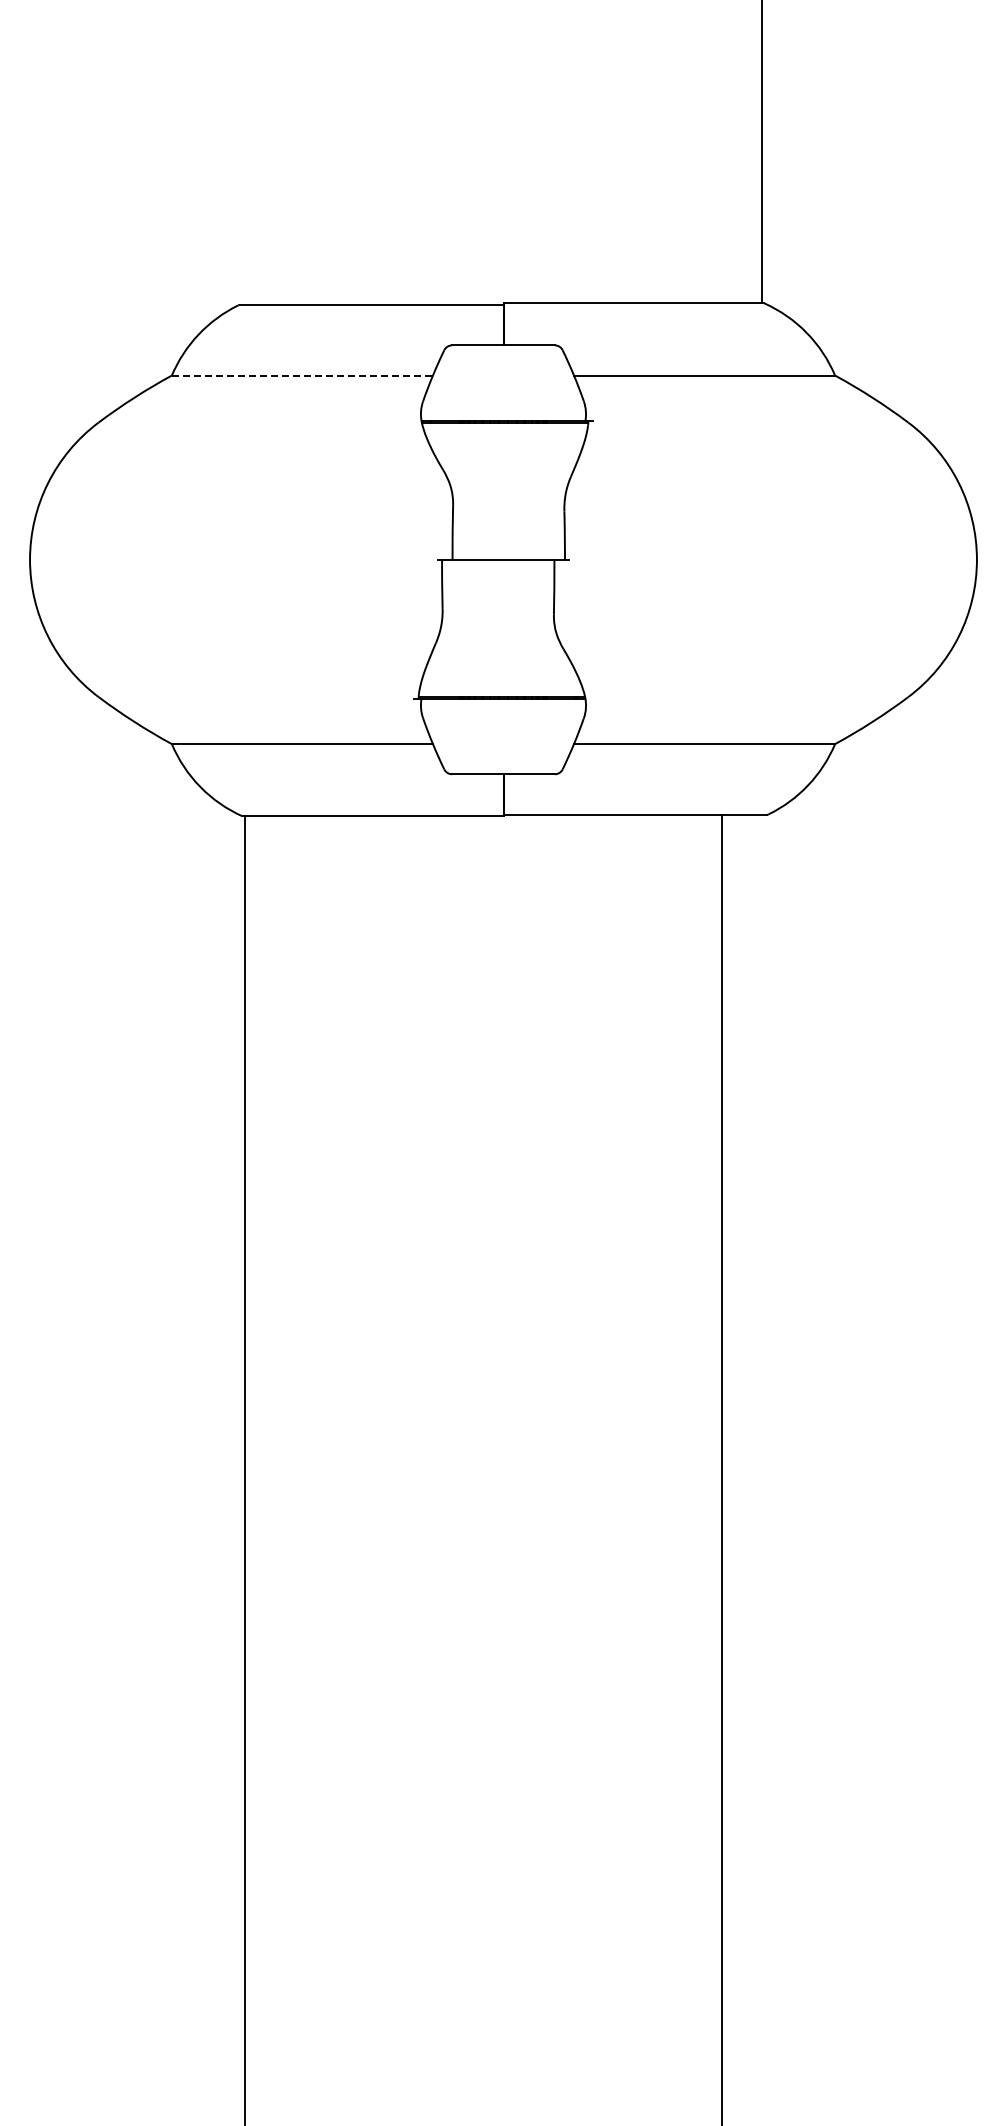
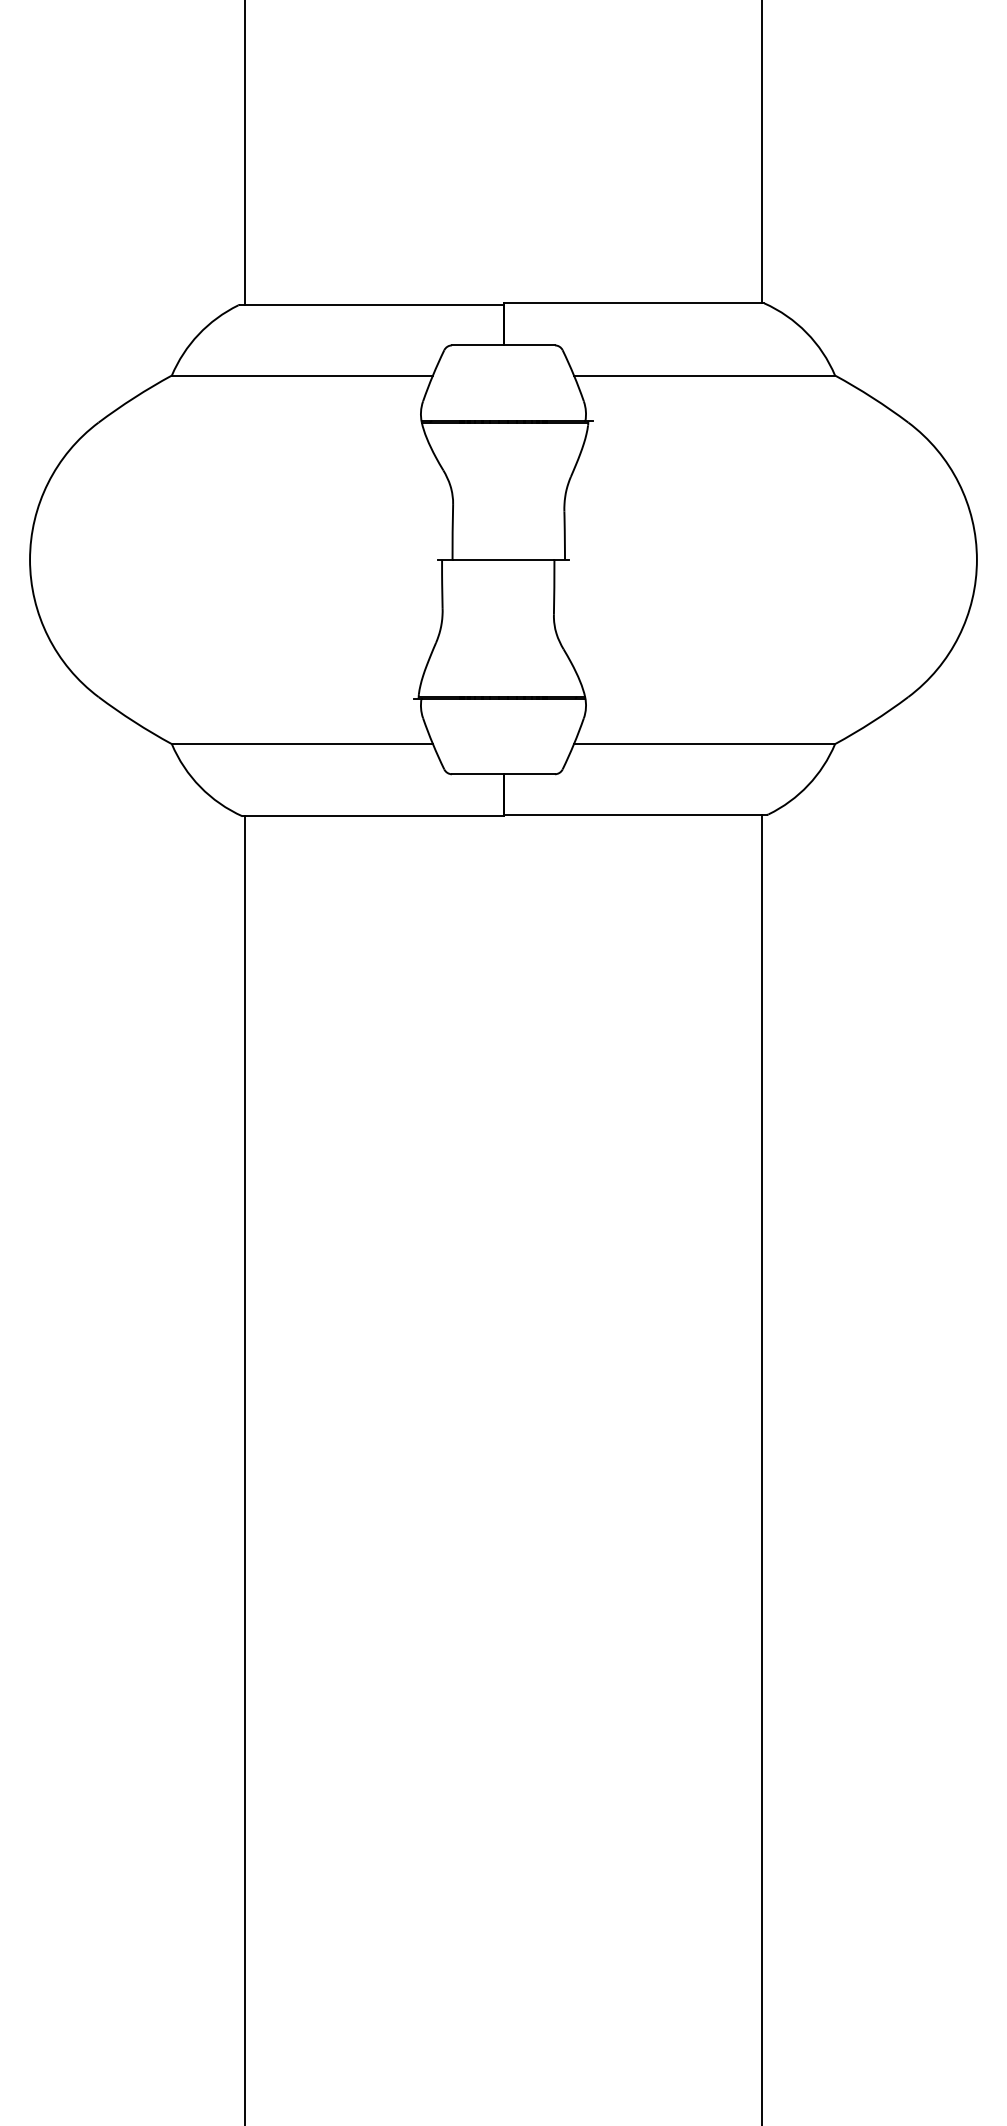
line at (244, 153): none -> present
line at (302, 375): dashed -> solid
line at (722, 1468) position: (722, 1468) -> (762, 1468)
